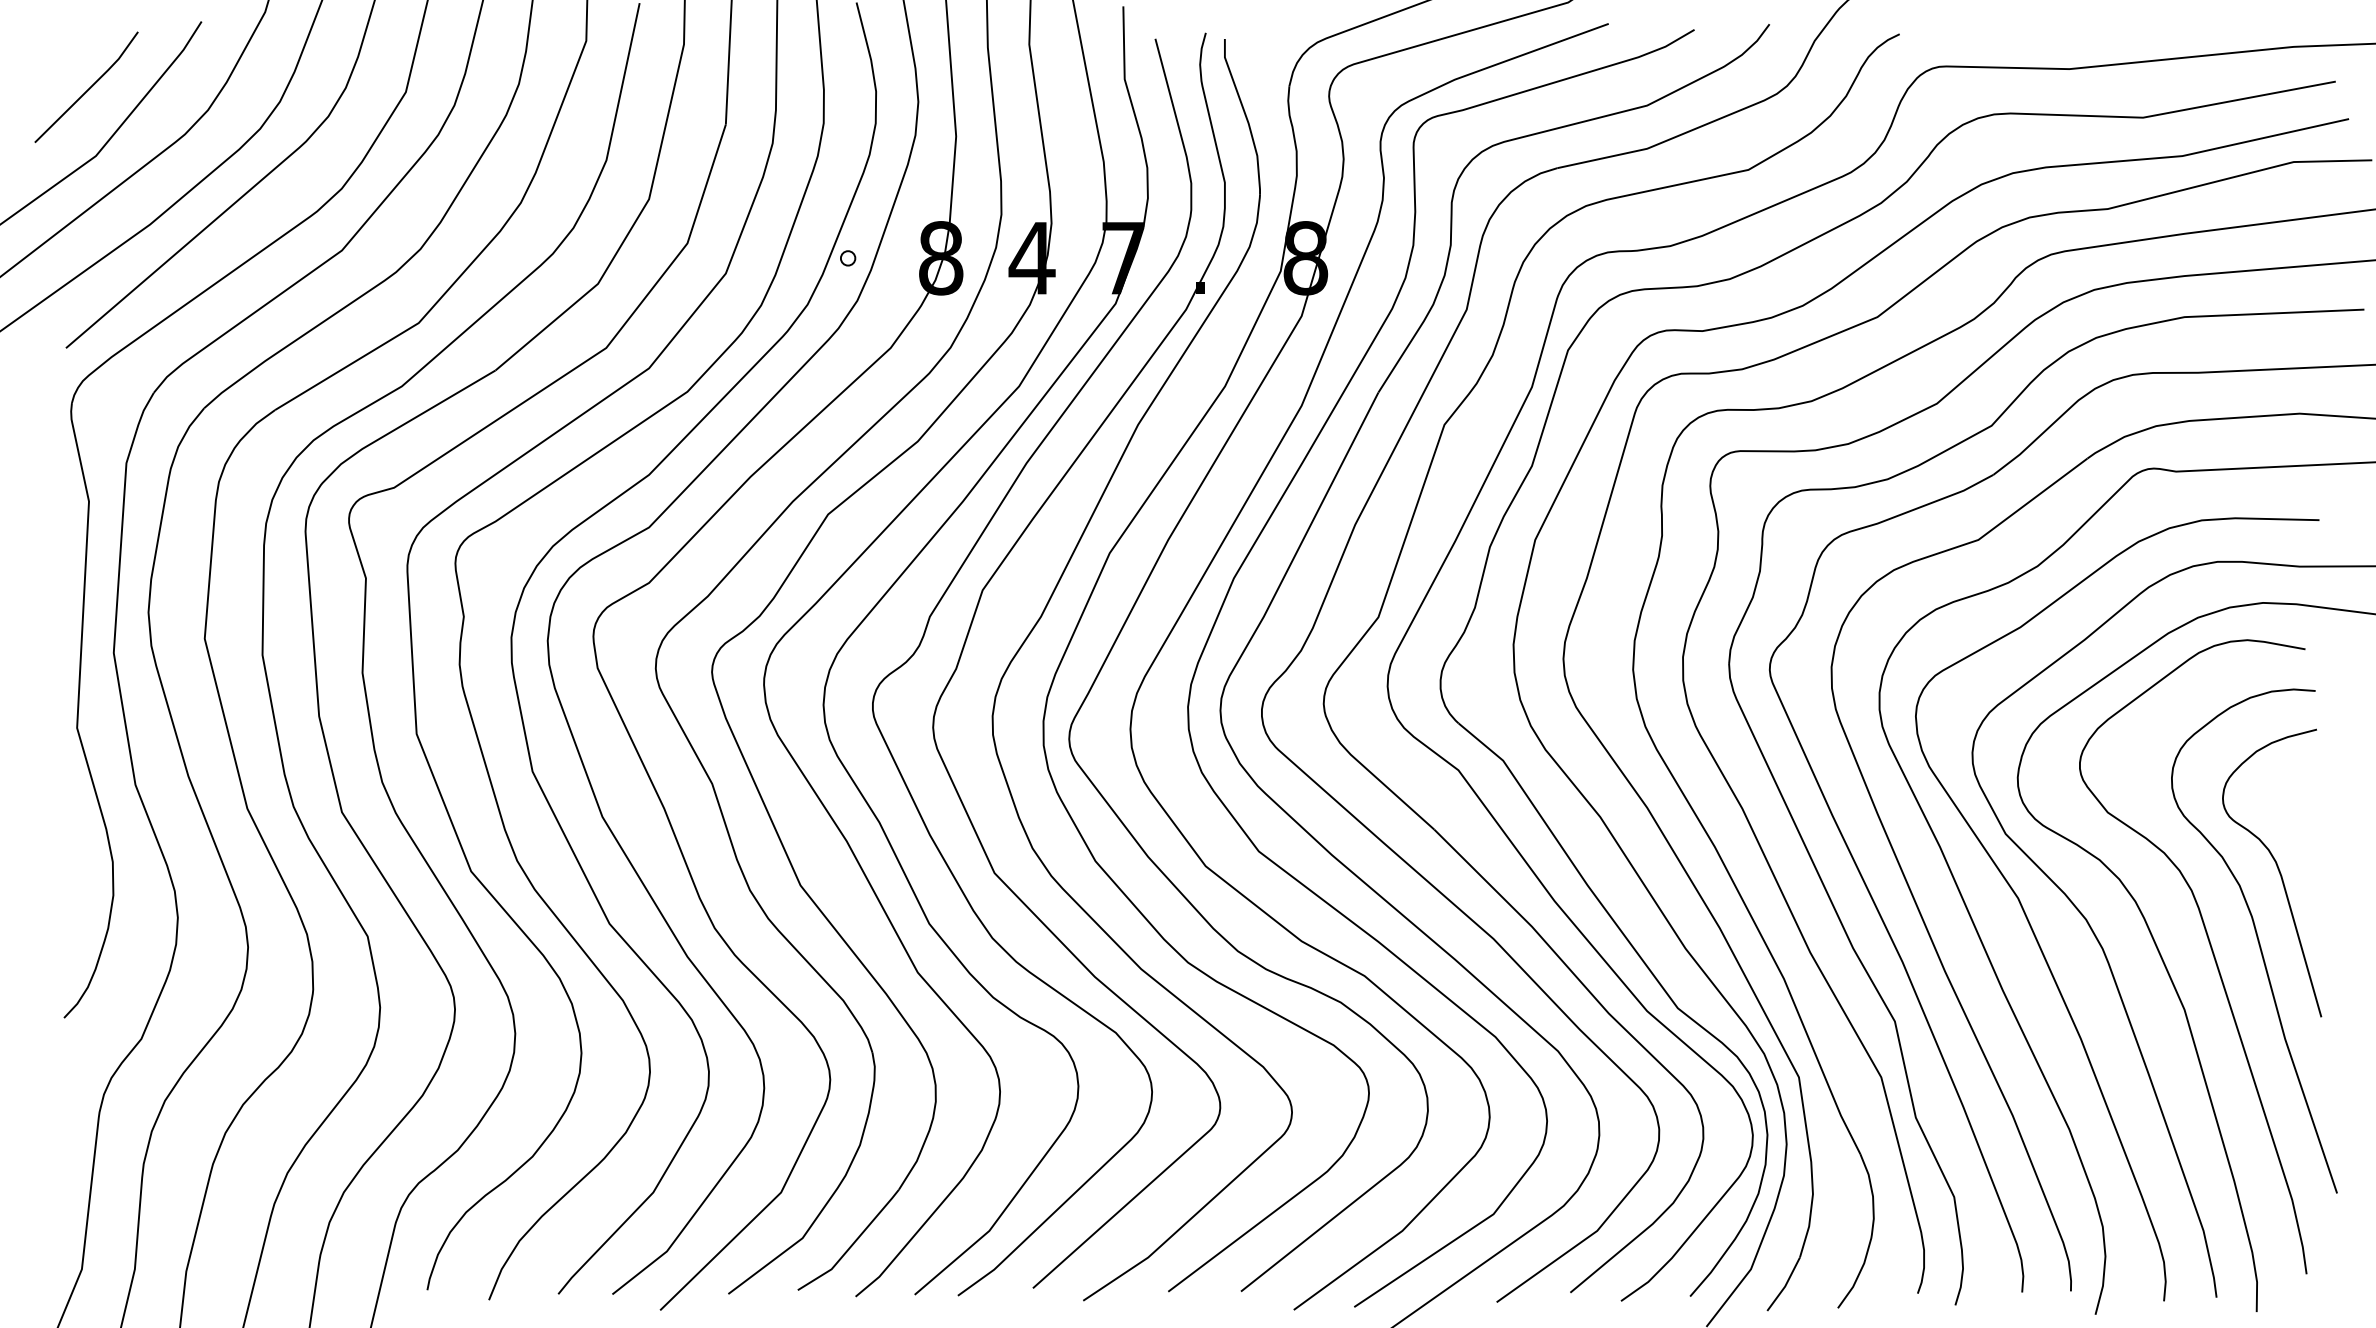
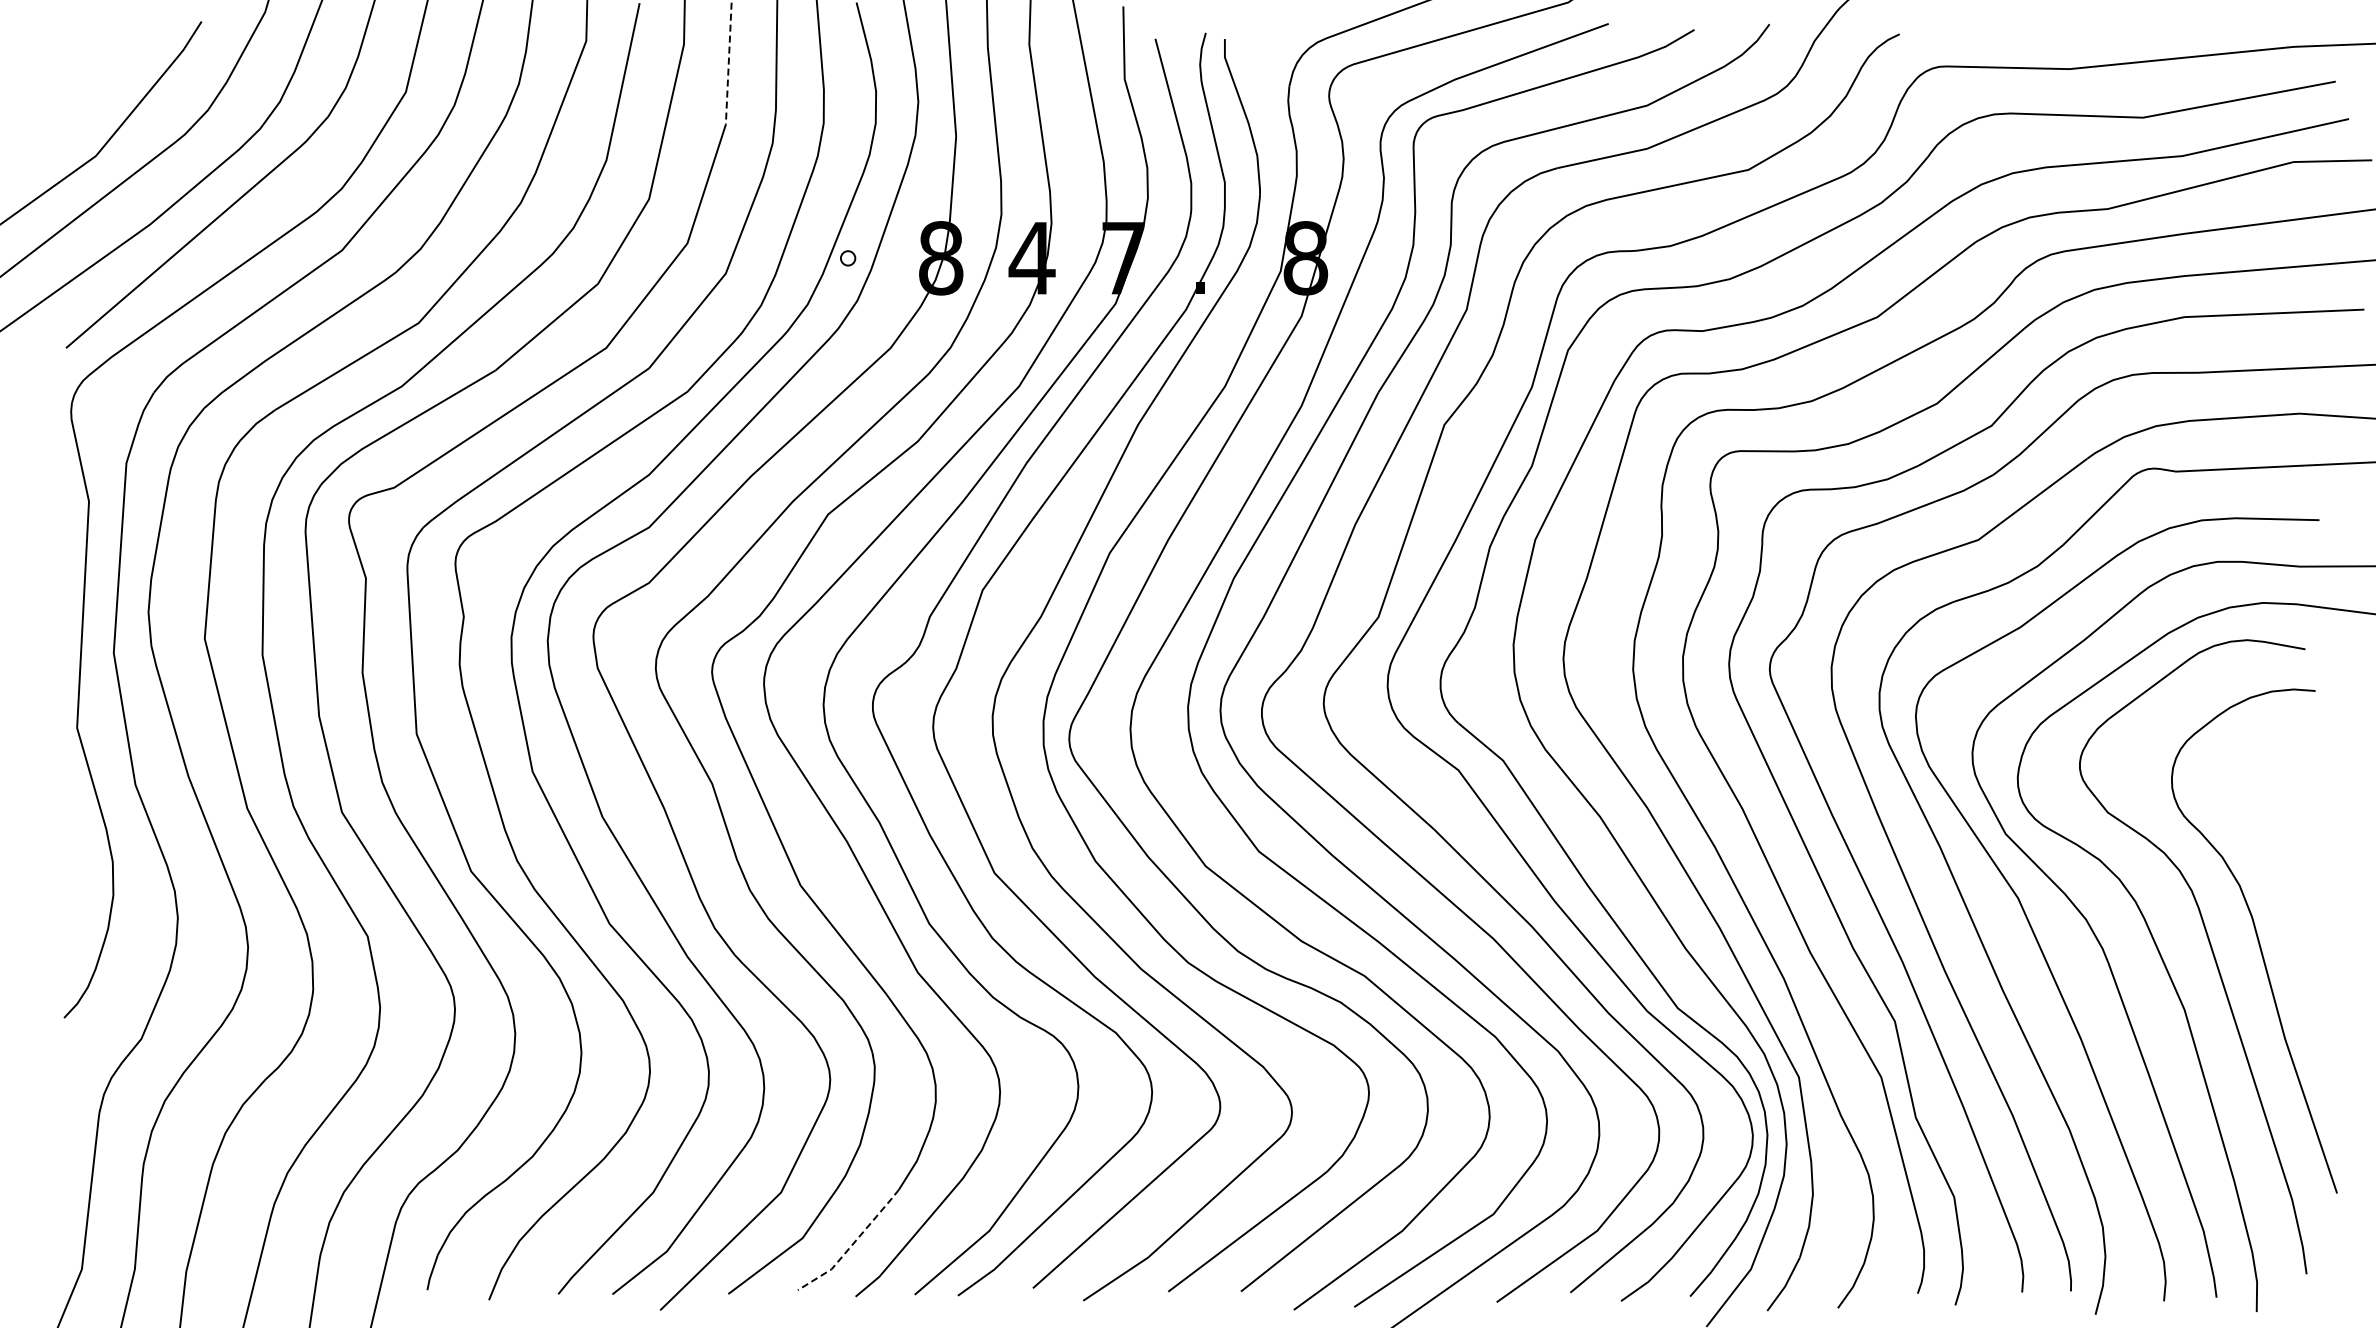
line at (728, 62): solid -> dashed
line at (88, 88): present -> none
curve at (2277, 869): present -> none
line at (852, 1245): solid -> dashed
